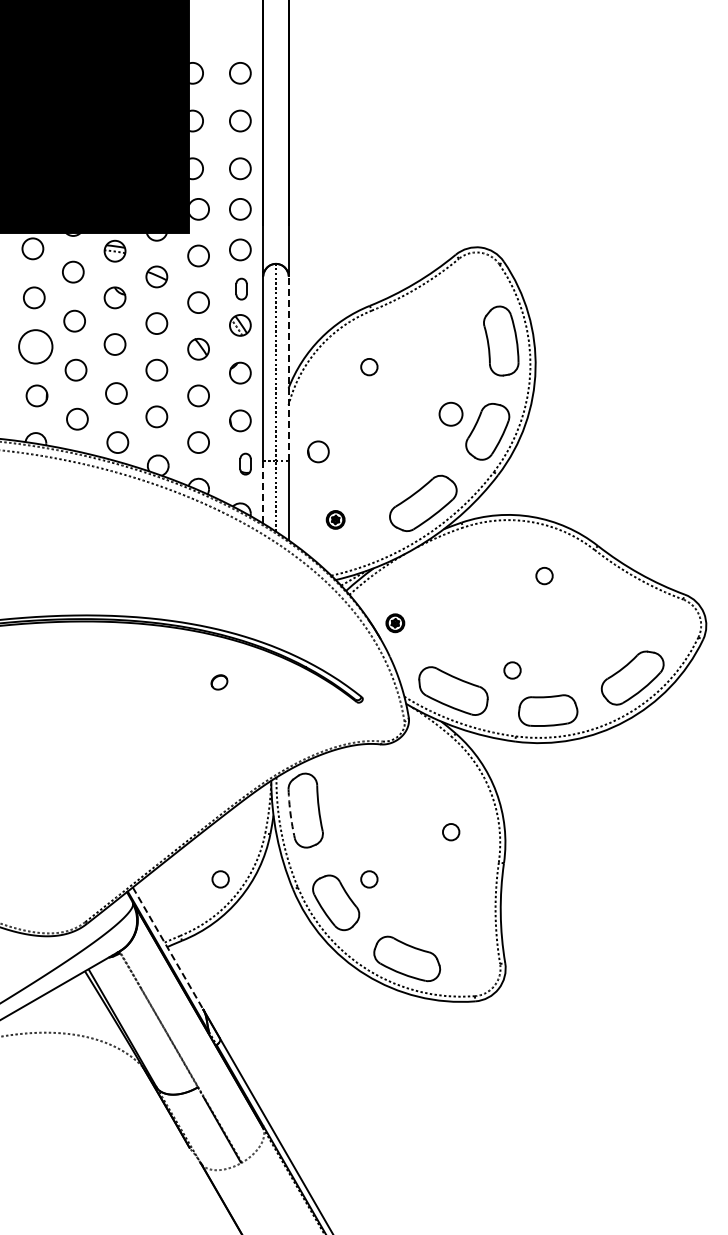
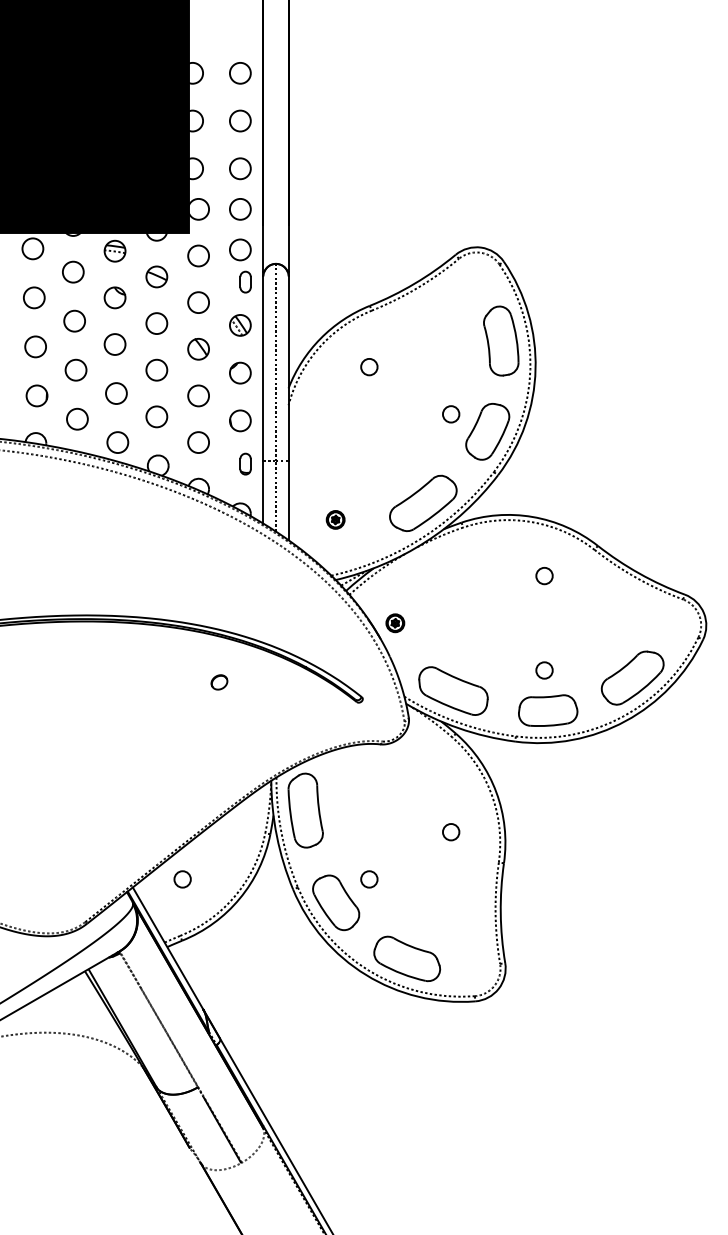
part at (241, 288) position: (241, 288) -> (245, 281)
circle at (35, 346) size: 36x36 px -> 23x24 px
line at (288, 368): dashed -> solid
circle at (450, 413) size: 26x26 px -> 19x19 px
part at (318, 451): present -> none
line at (263, 493): dashed -> solid
circle at (512, 670) position: (512, 670) -> (544, 670)
arc at (290, 814): dashed -> solid
circle at (220, 879) position: (220, 879) -> (182, 879)
line at (168, 948): dashed -> solid
